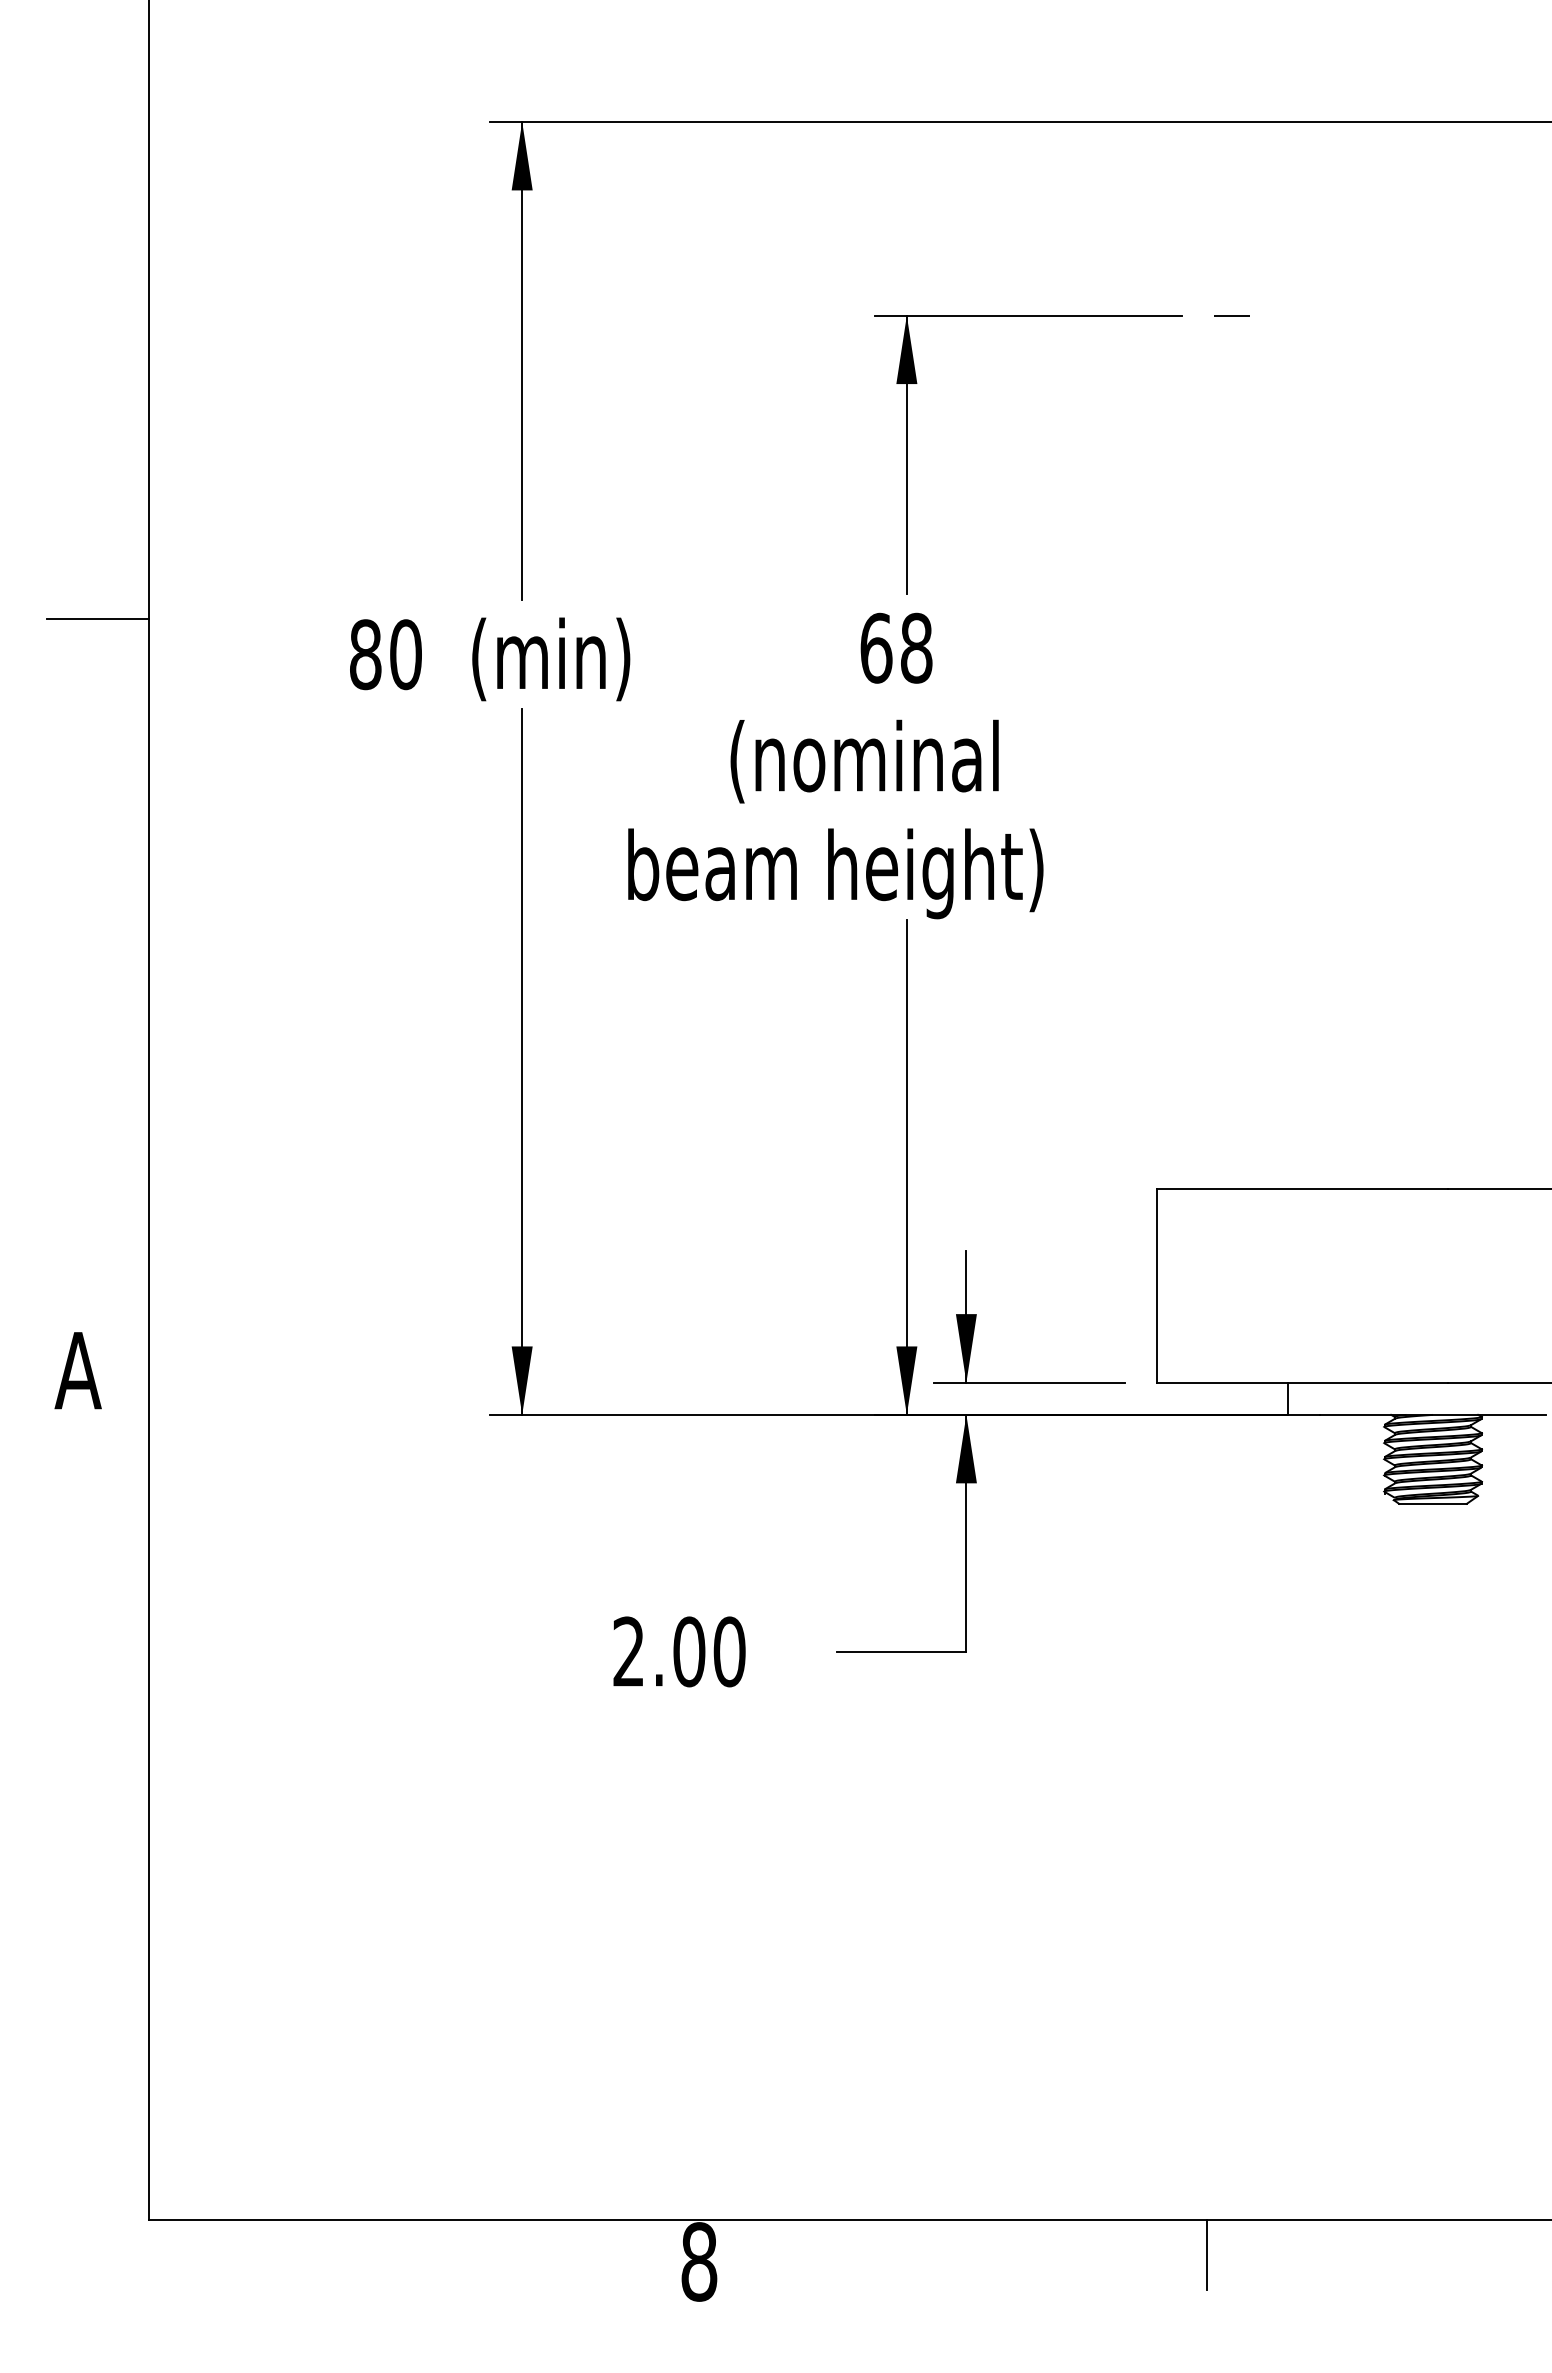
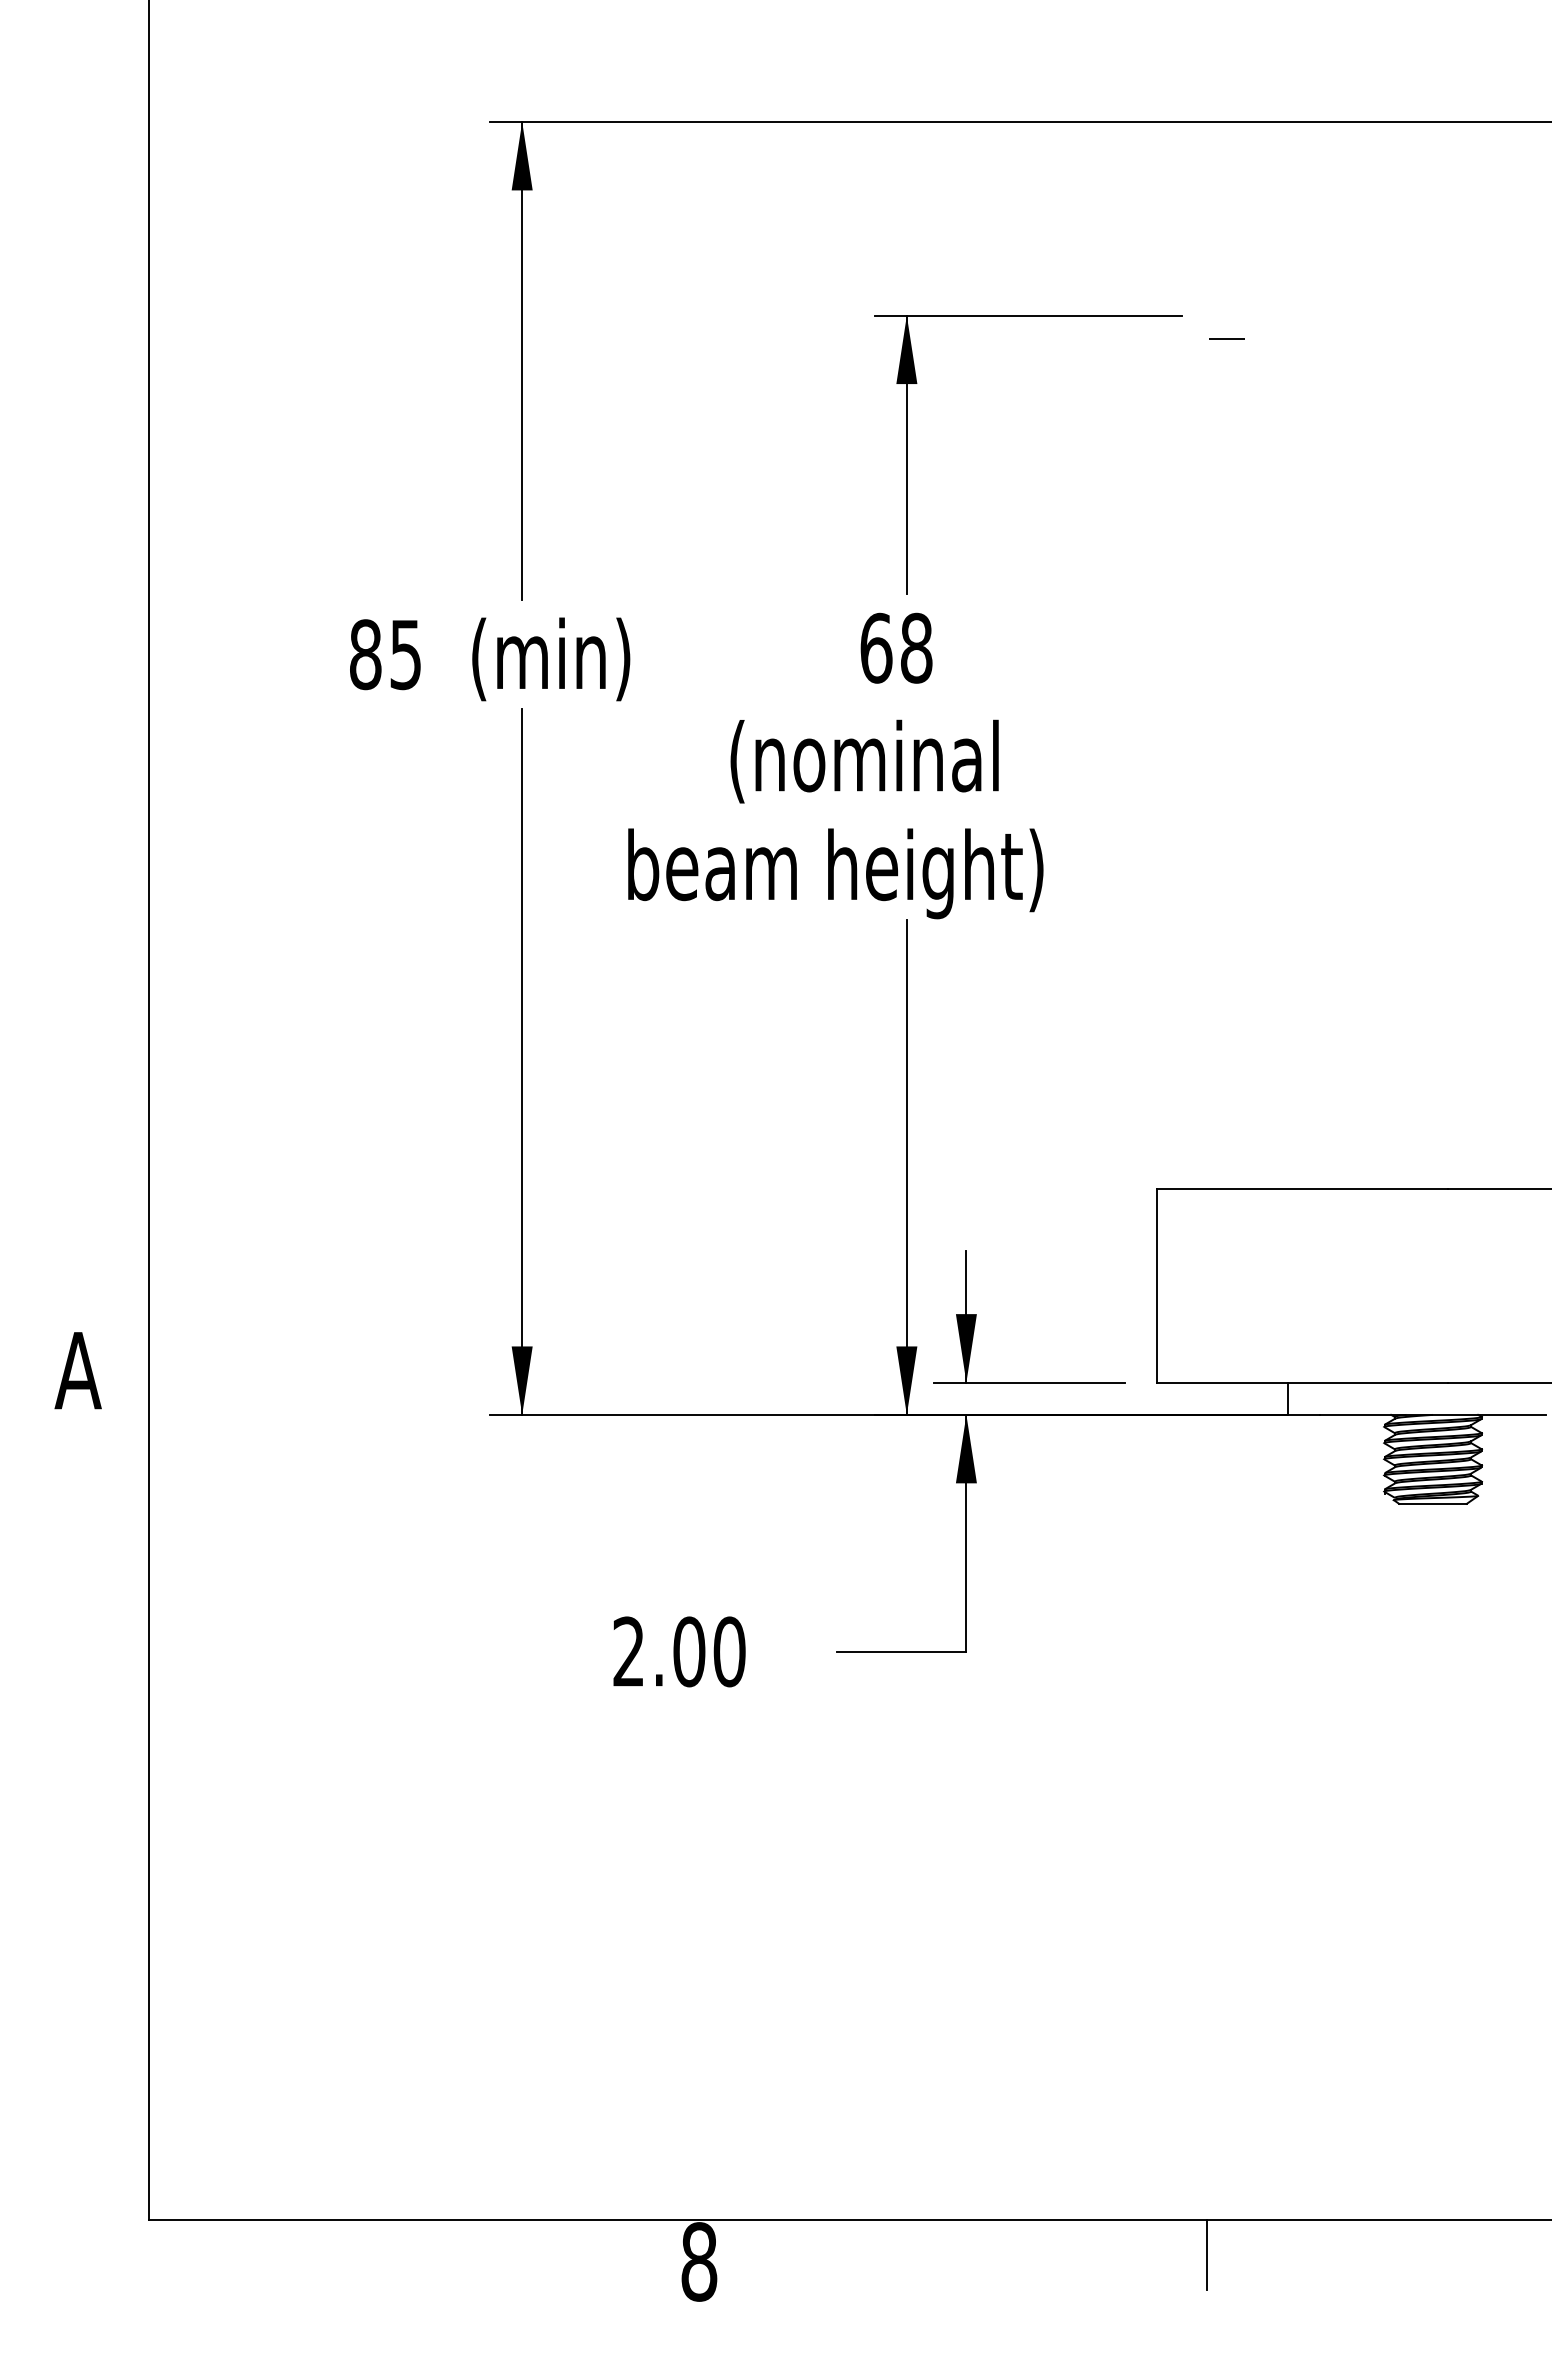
line at (1231, 315) position: (1231, 315) -> (1226, 338)
line at (97, 618): present -> none
text at (405, 654): 80 -> 85
